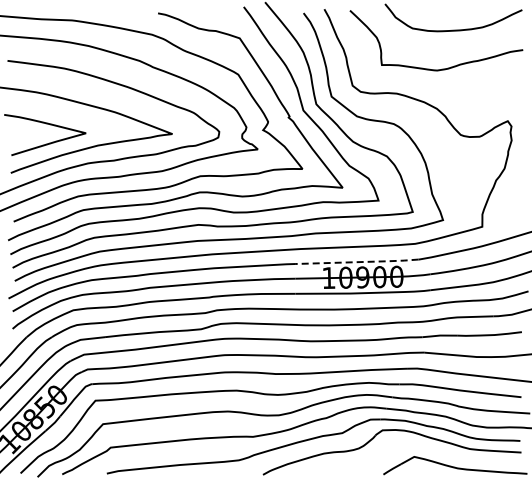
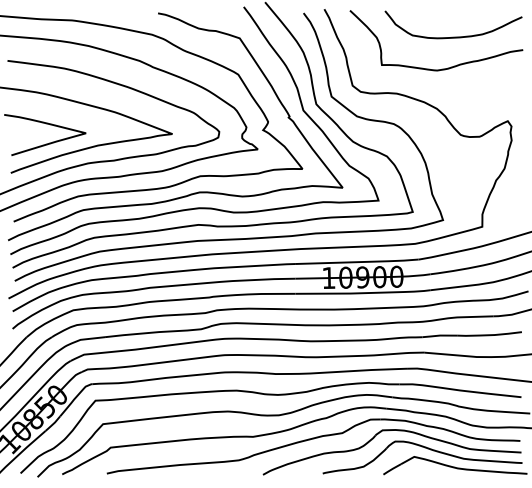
curve at (453, 29) position: (453, 29) -> (453, 36)
line at (357, 262): dashed -> solid
part at (424, 448): none -> present
